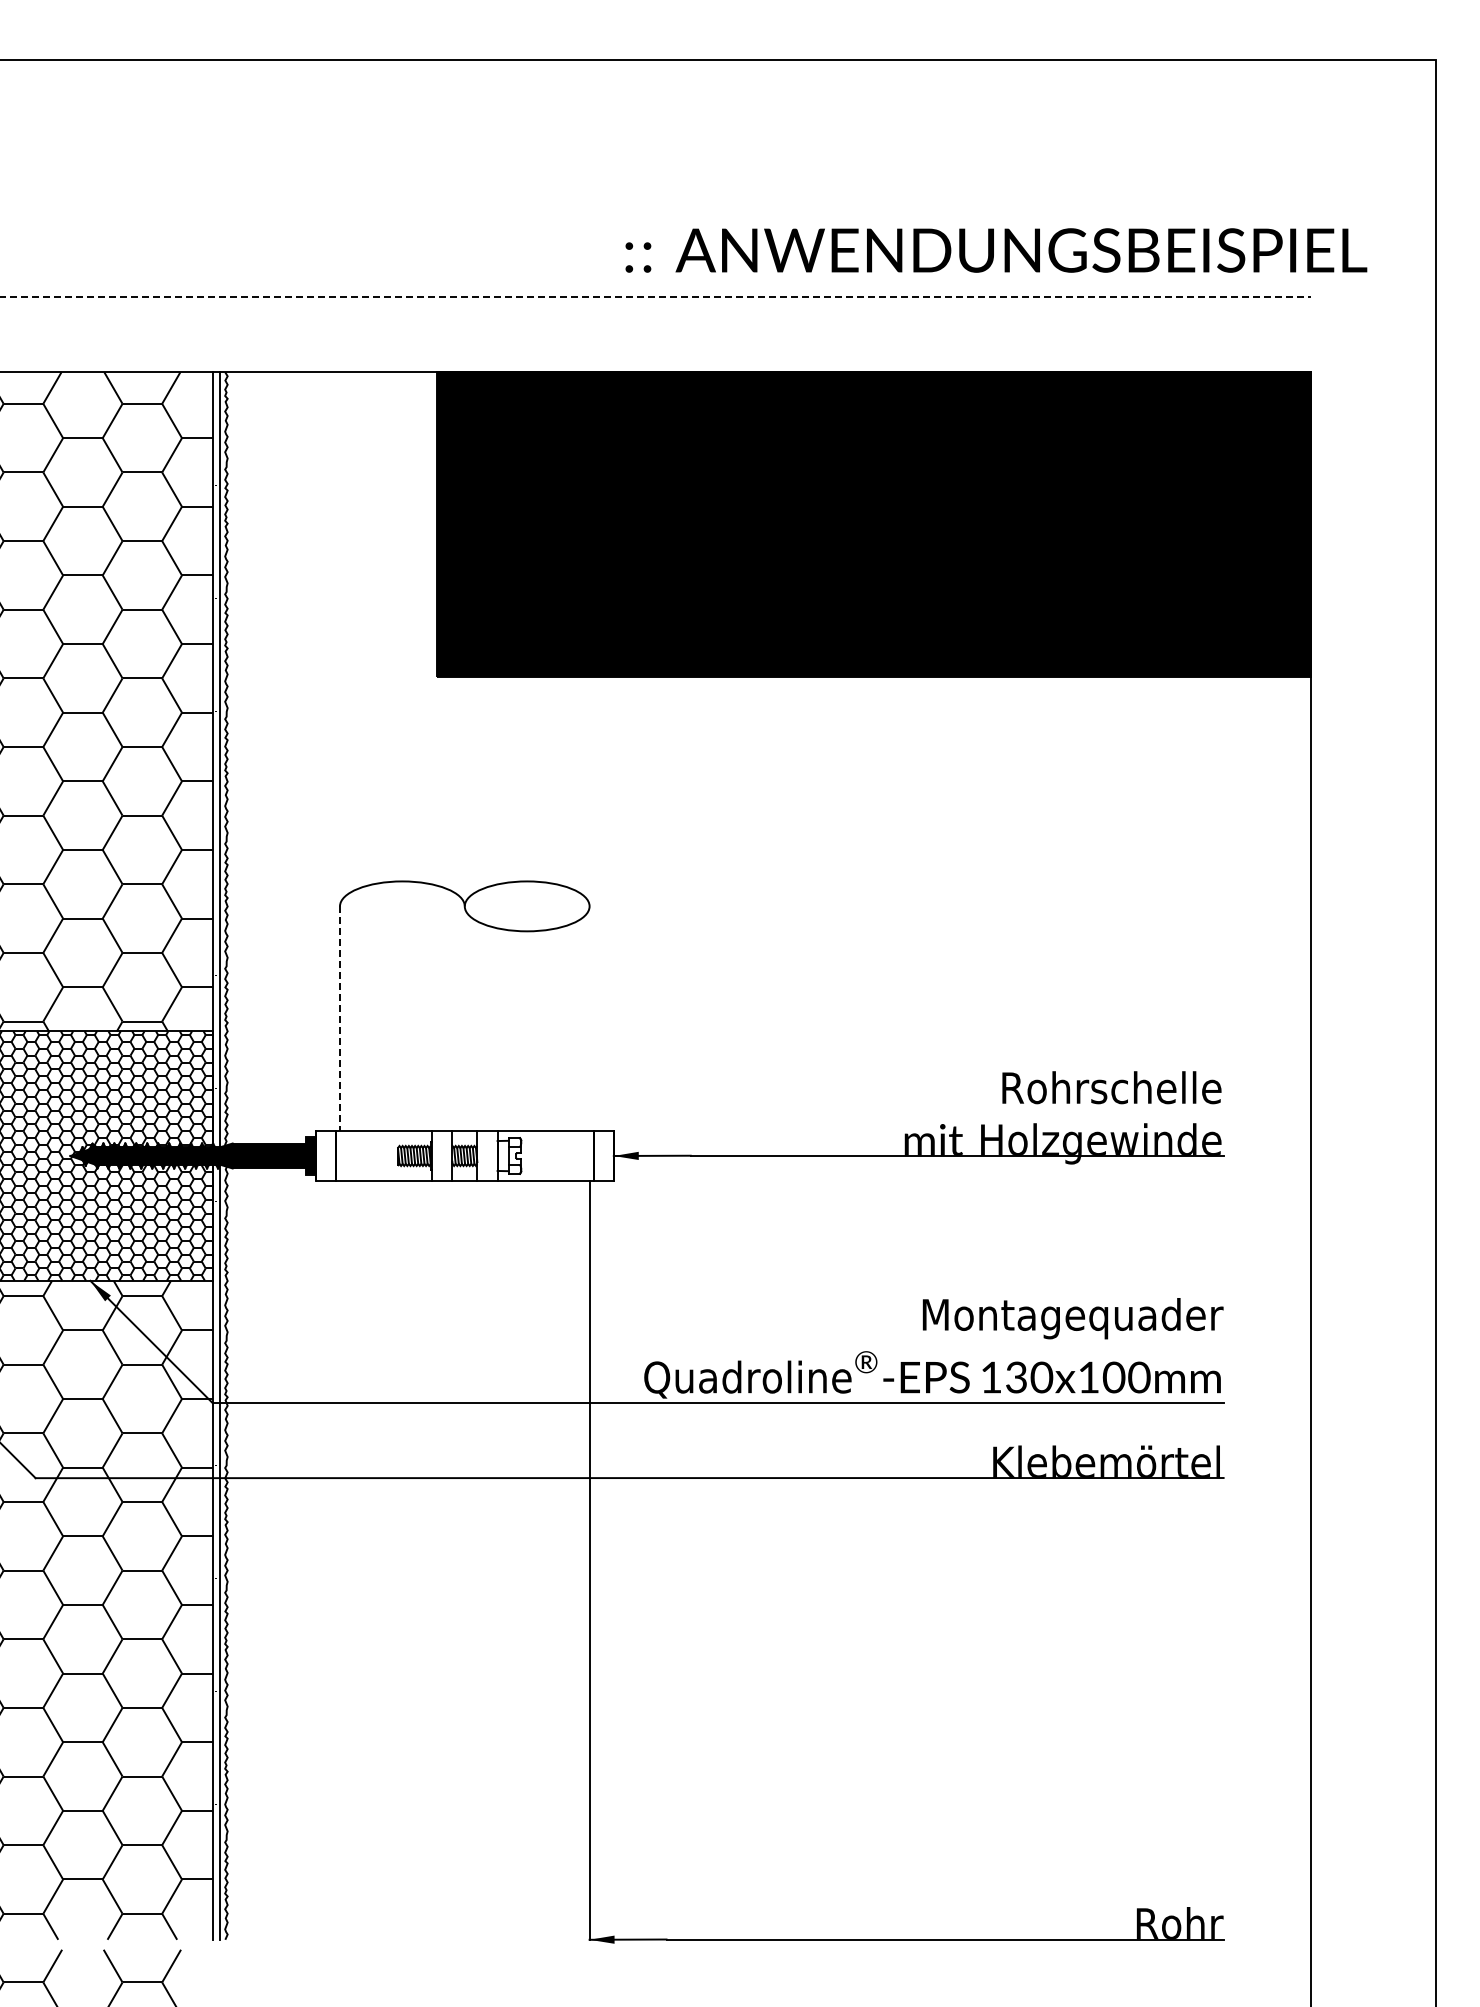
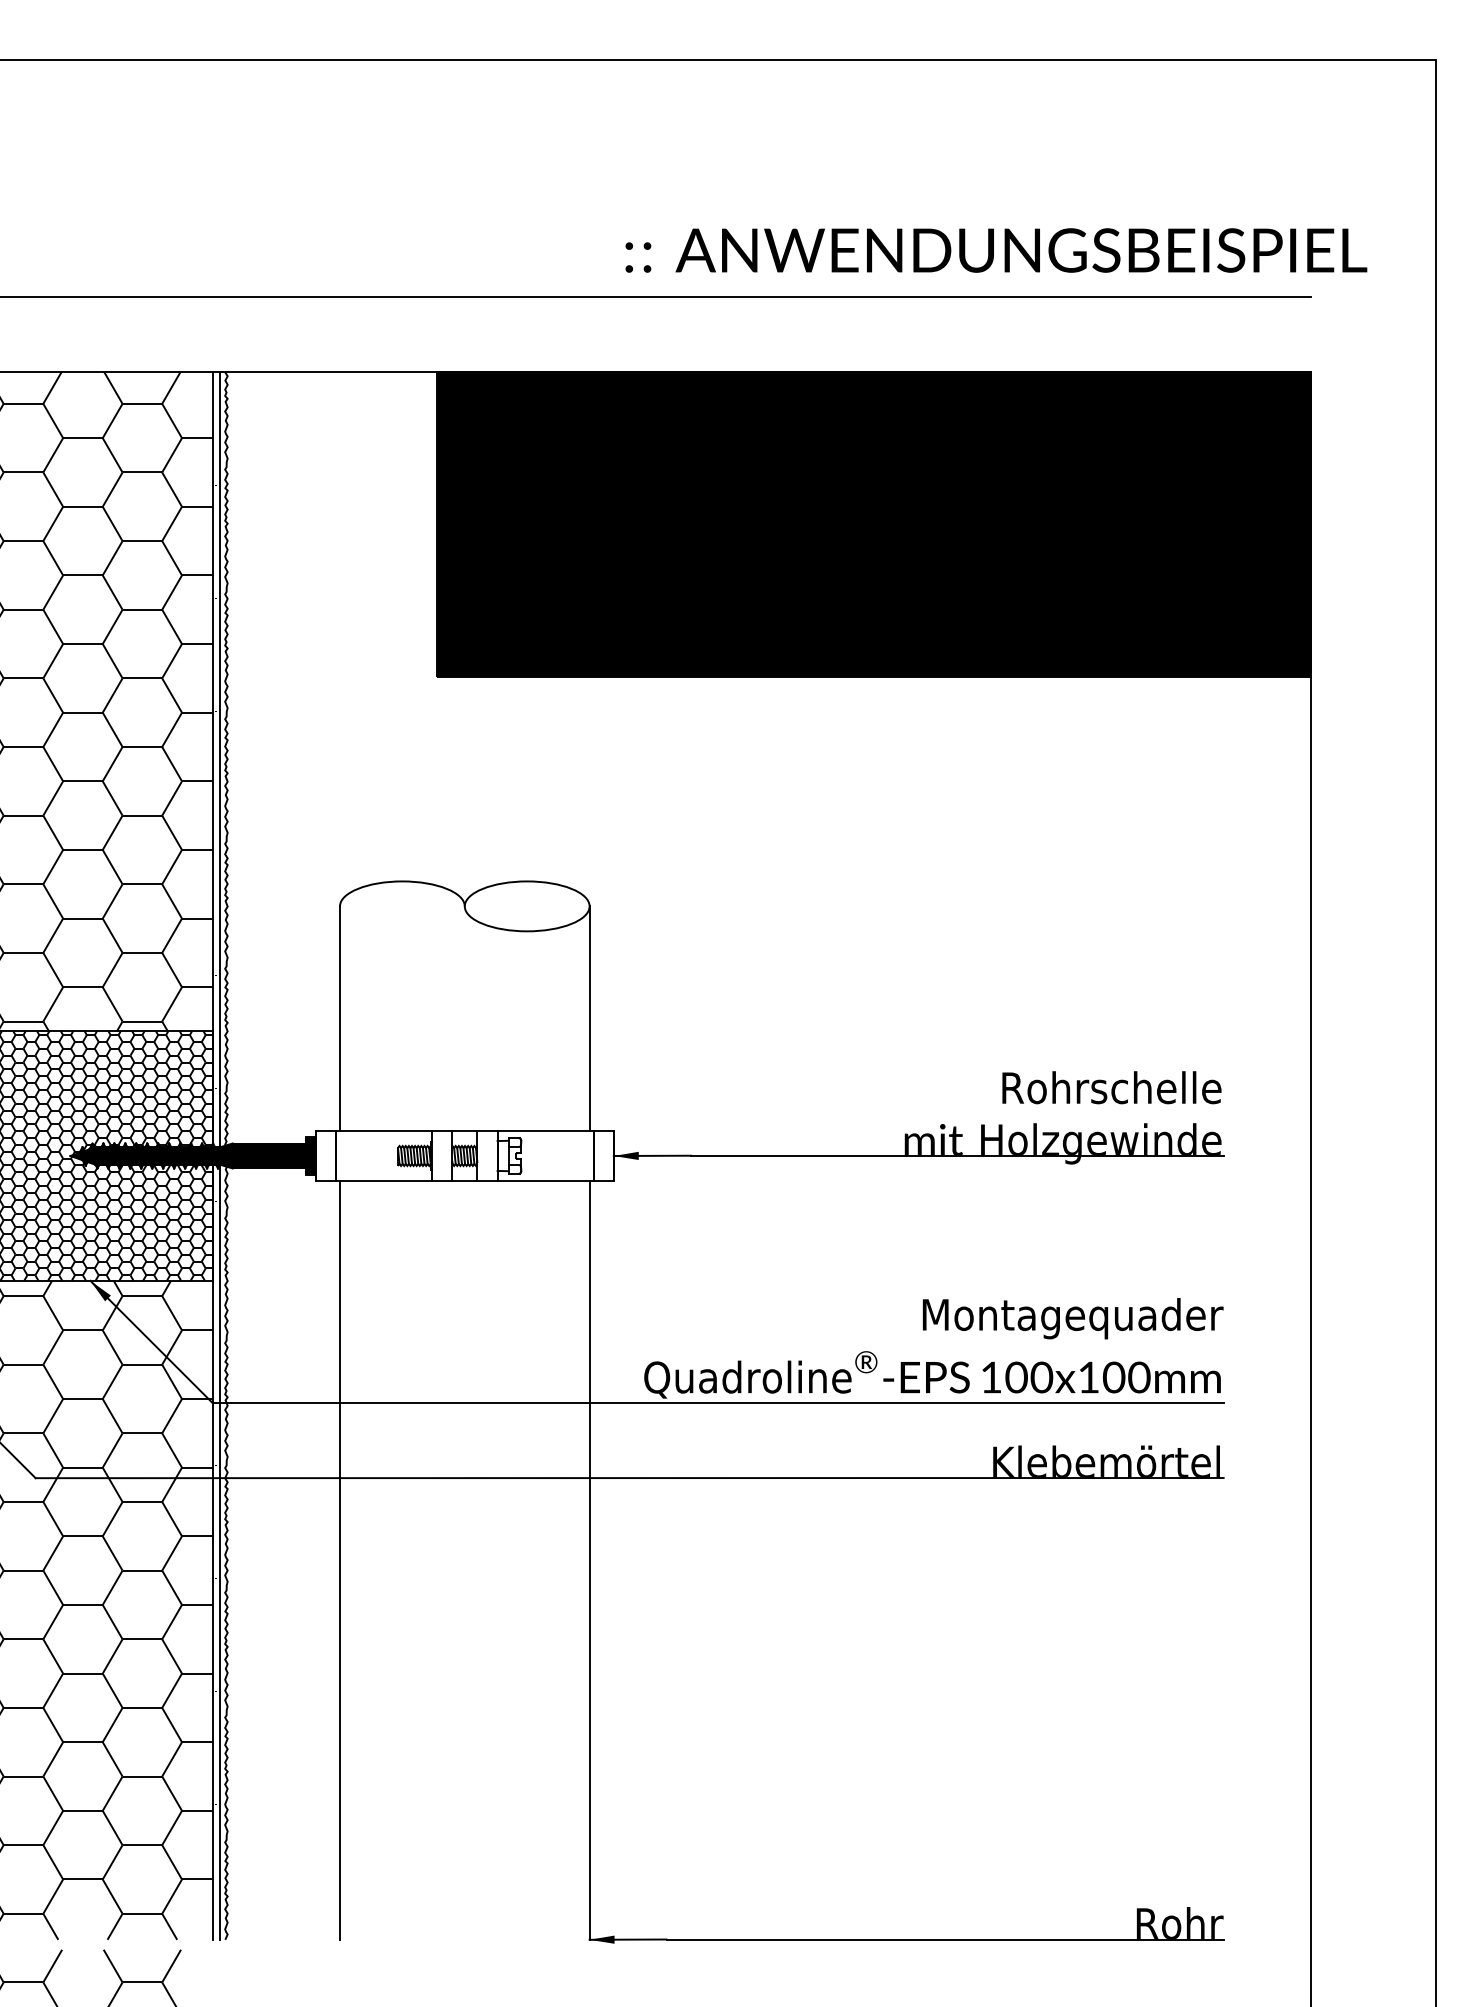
line at (656, 297): dashed -> solid
line at (589, 1018): none -> present
line at (339, 1019): dashed -> solid
text at (1016, 1377): 130x100mm -> 100x100mm
line at (339, 1559): none -> present
